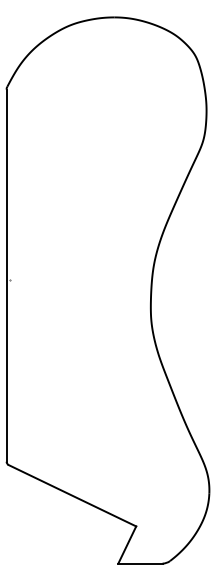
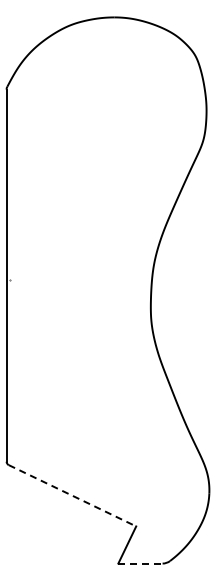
line at (72, 495): solid -> dashed
line at (140, 563): solid -> dashed
